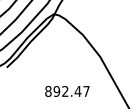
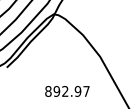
text at (77, 91): 892.47 -> 892.97
